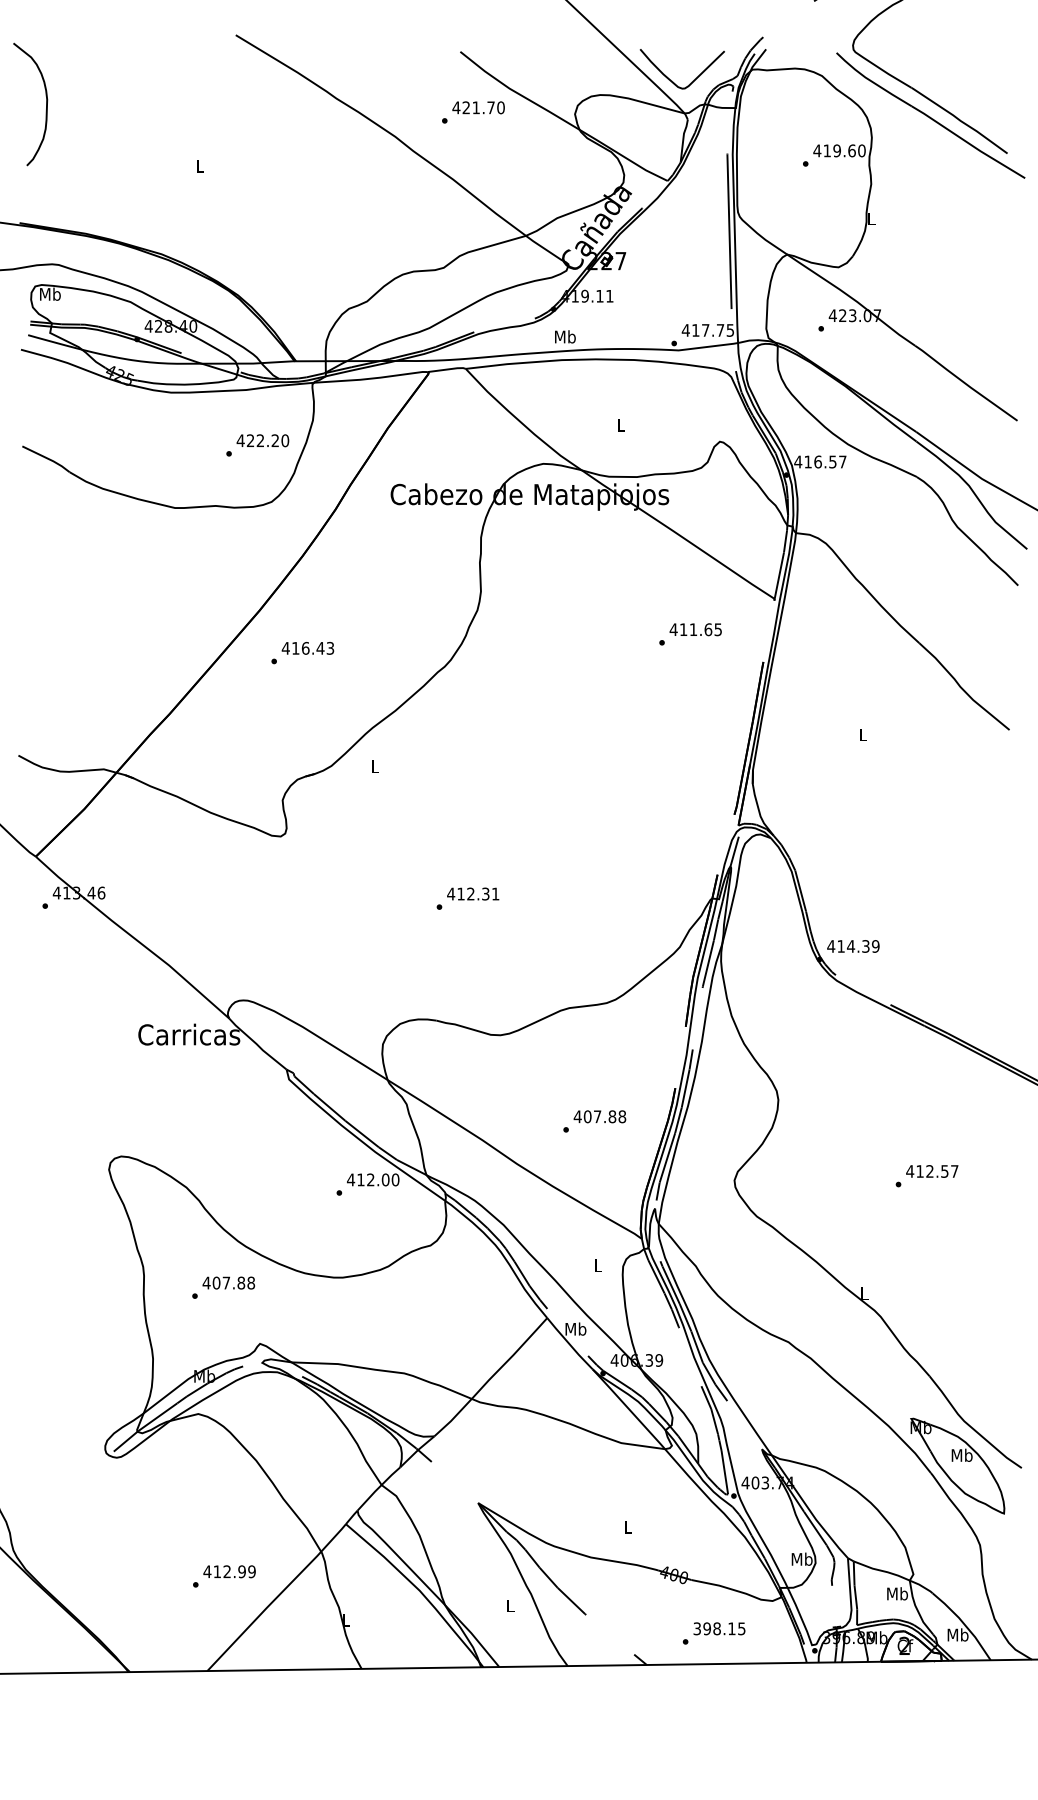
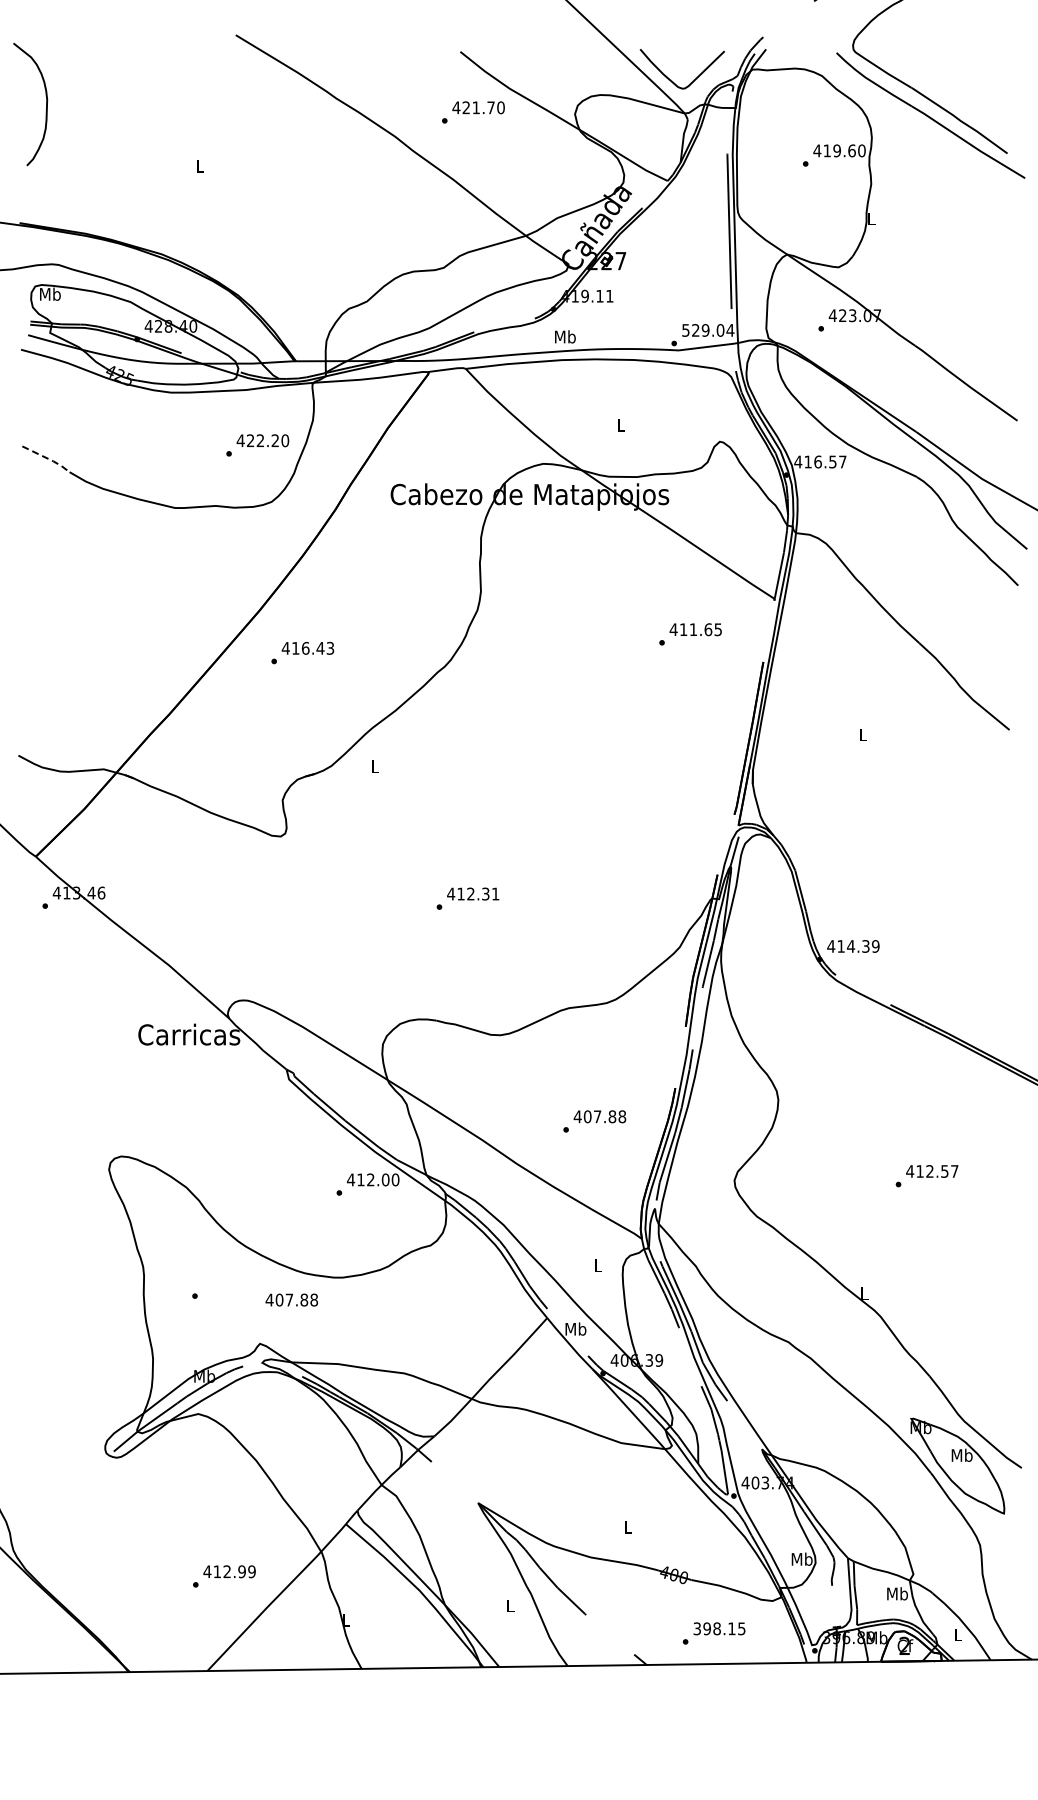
text at (707, 330): 417.75 -> 529.04
line at (48, 458): solid -> dashed
text at (228, 1282) position: (228, 1282) -> (291, 1299)
text at (957, 1634): Mb -> L
